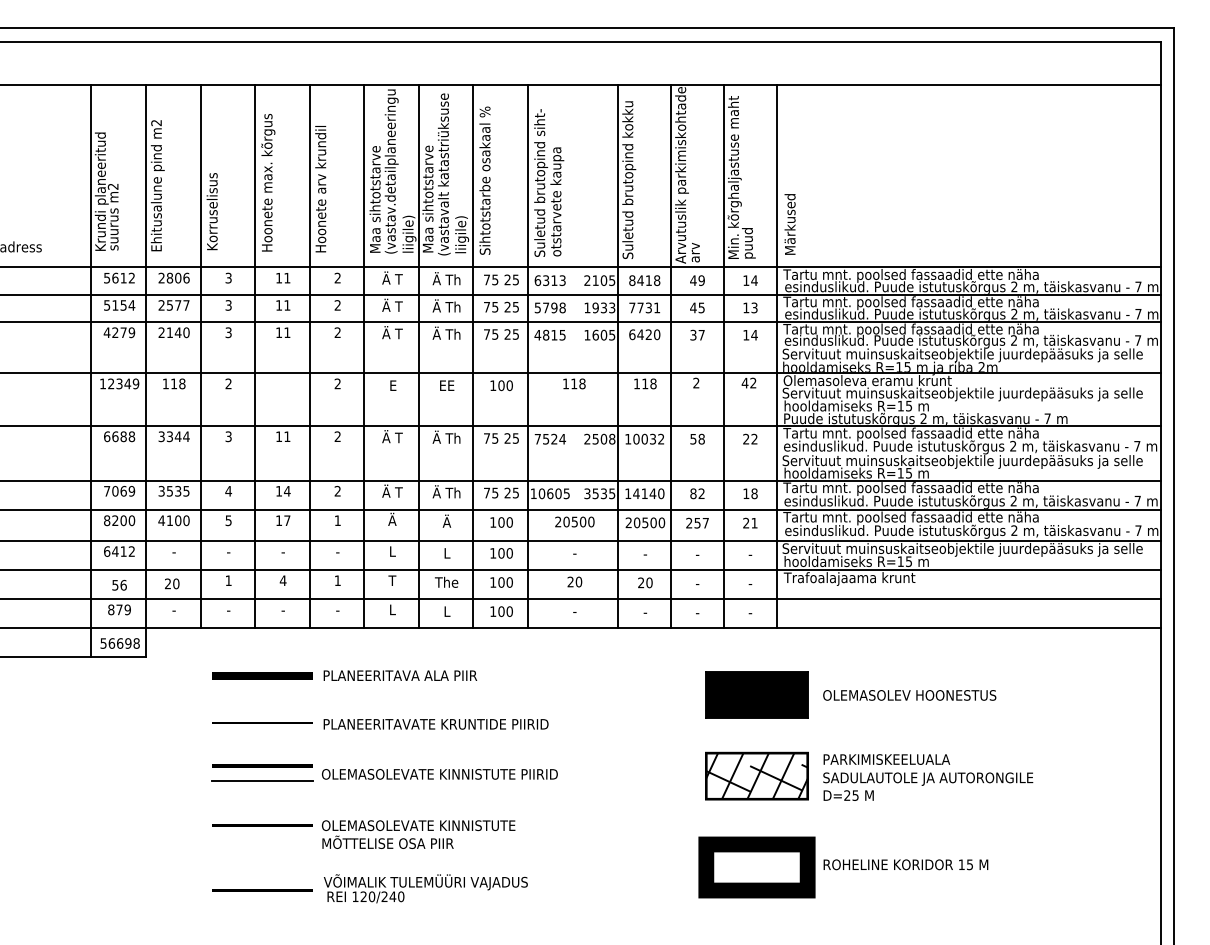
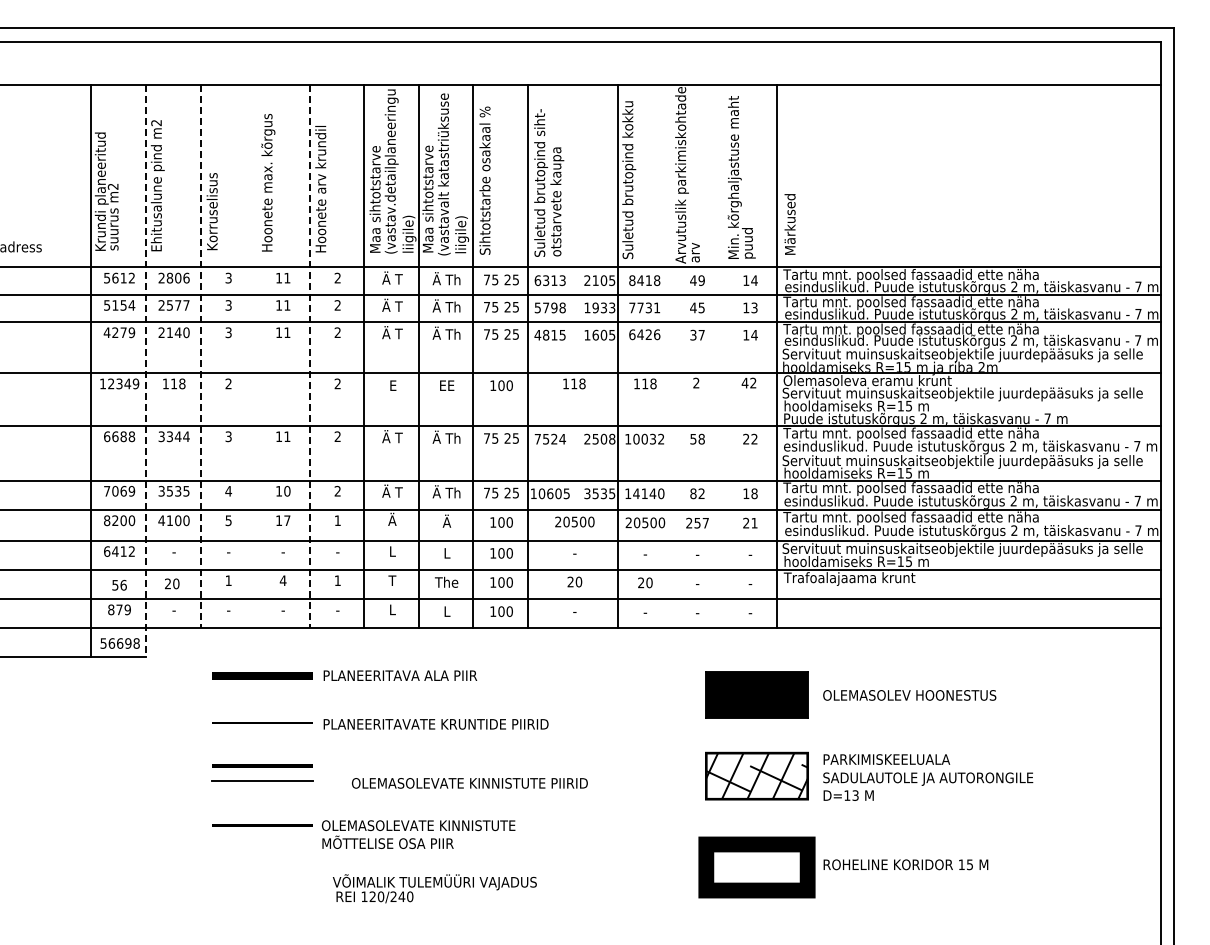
text at (657, 334): 6420 -> 6426
line at (255, 356): present -> none
line at (670, 356): present -> none
line at (723, 356): present -> none
line at (200, 357): solid -> dashed
line at (309, 357): solid -> dashed
line at (146, 371): solid -> dashed
text at (287, 490): 14 -> 10
text at (439, 774) position: (439, 774) -> (469, 783)
text at (851, 795): D=25 -> D=13
text at (425, 888) position: (425, 888) -> (434, 888)
line at (262, 890): present -> none
